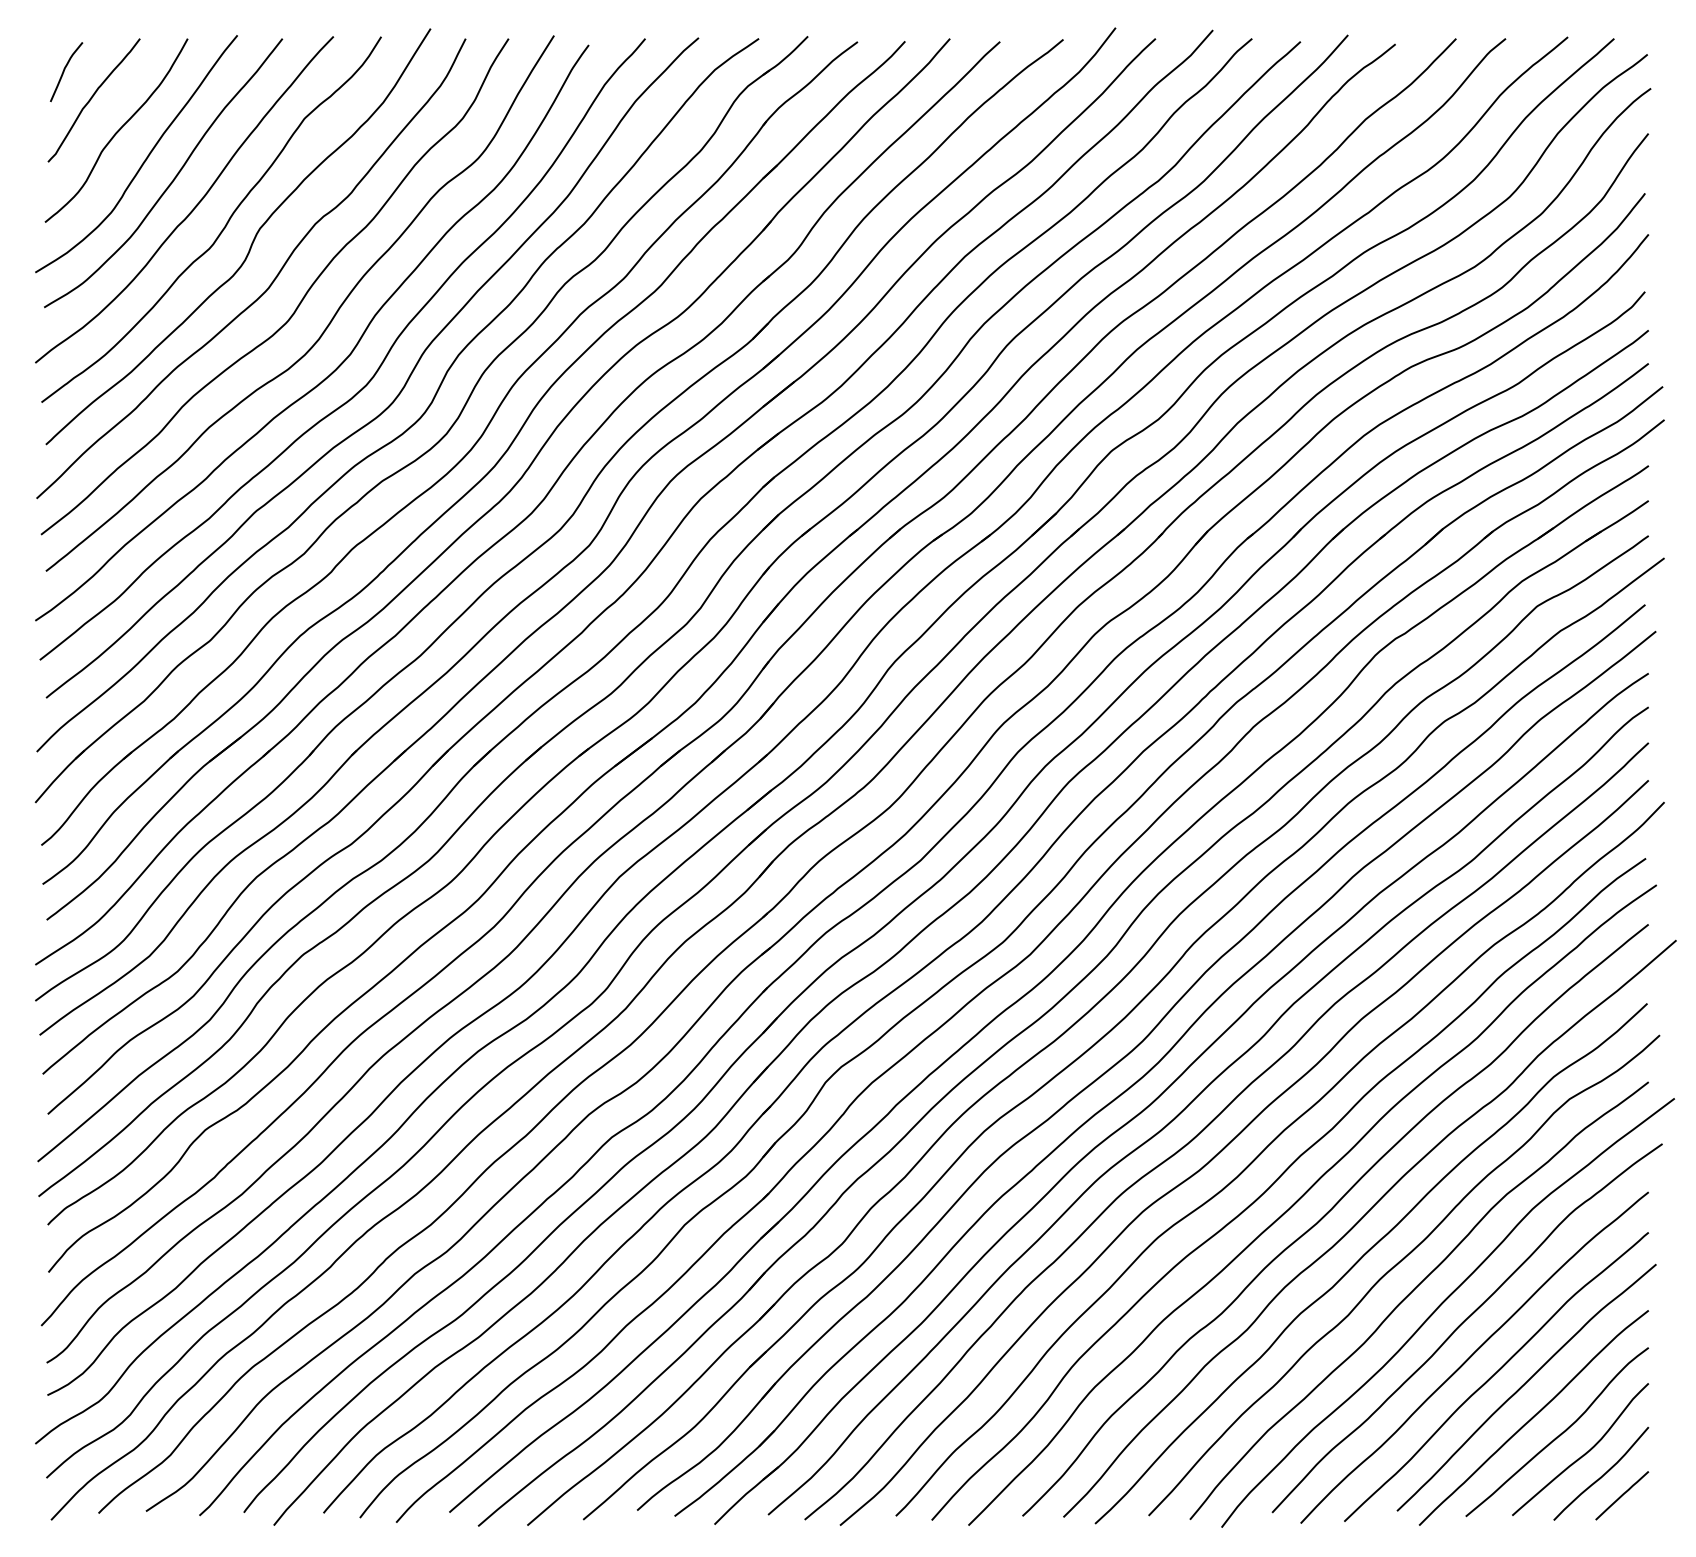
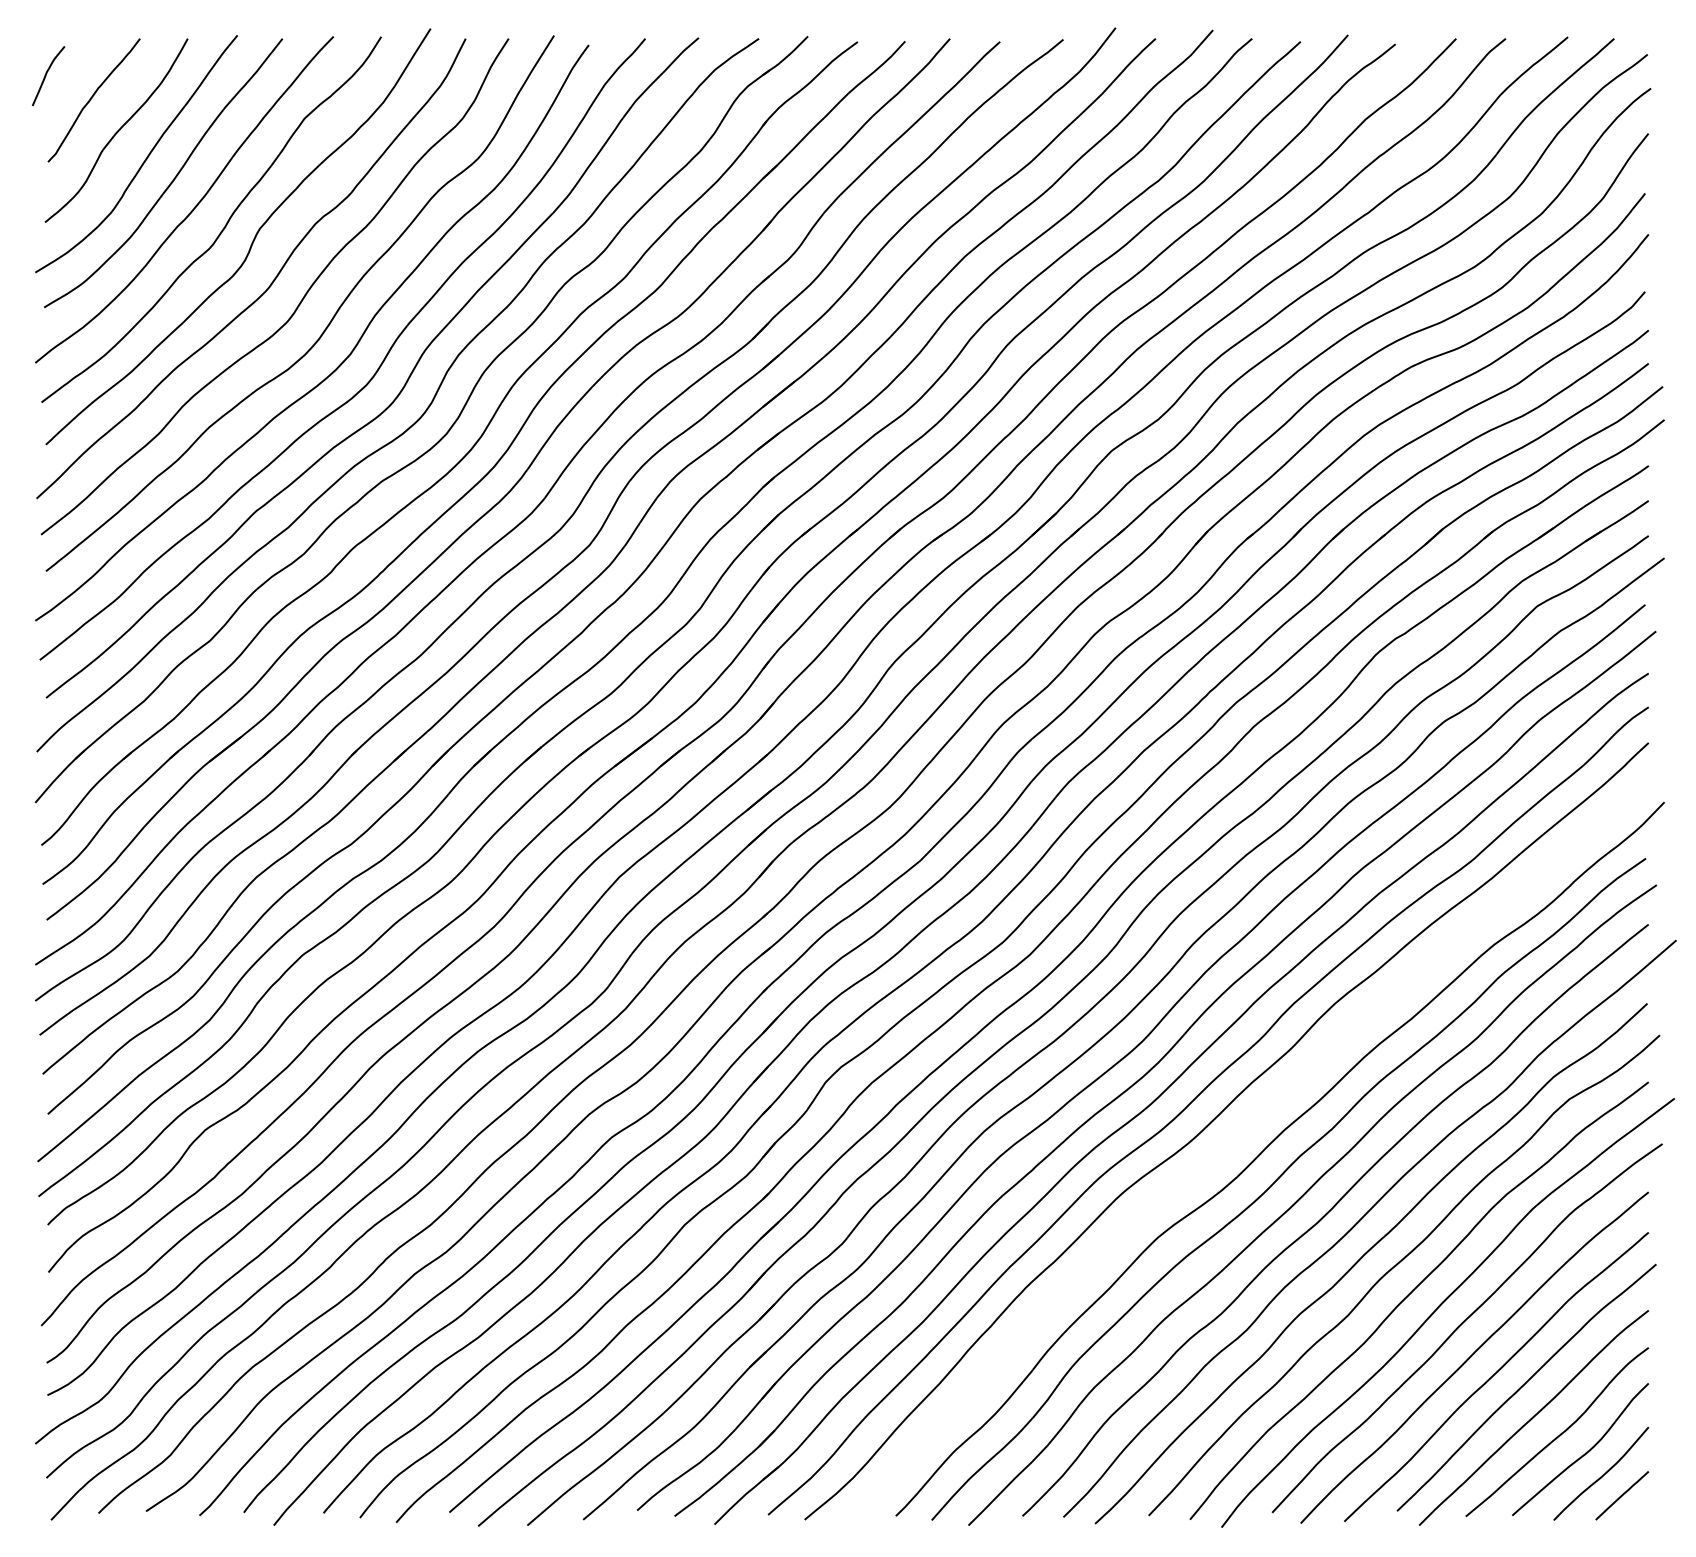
curve at (64, 72) position: (64, 72) -> (46, 76)
curve at (1232, 1141): present -> none
